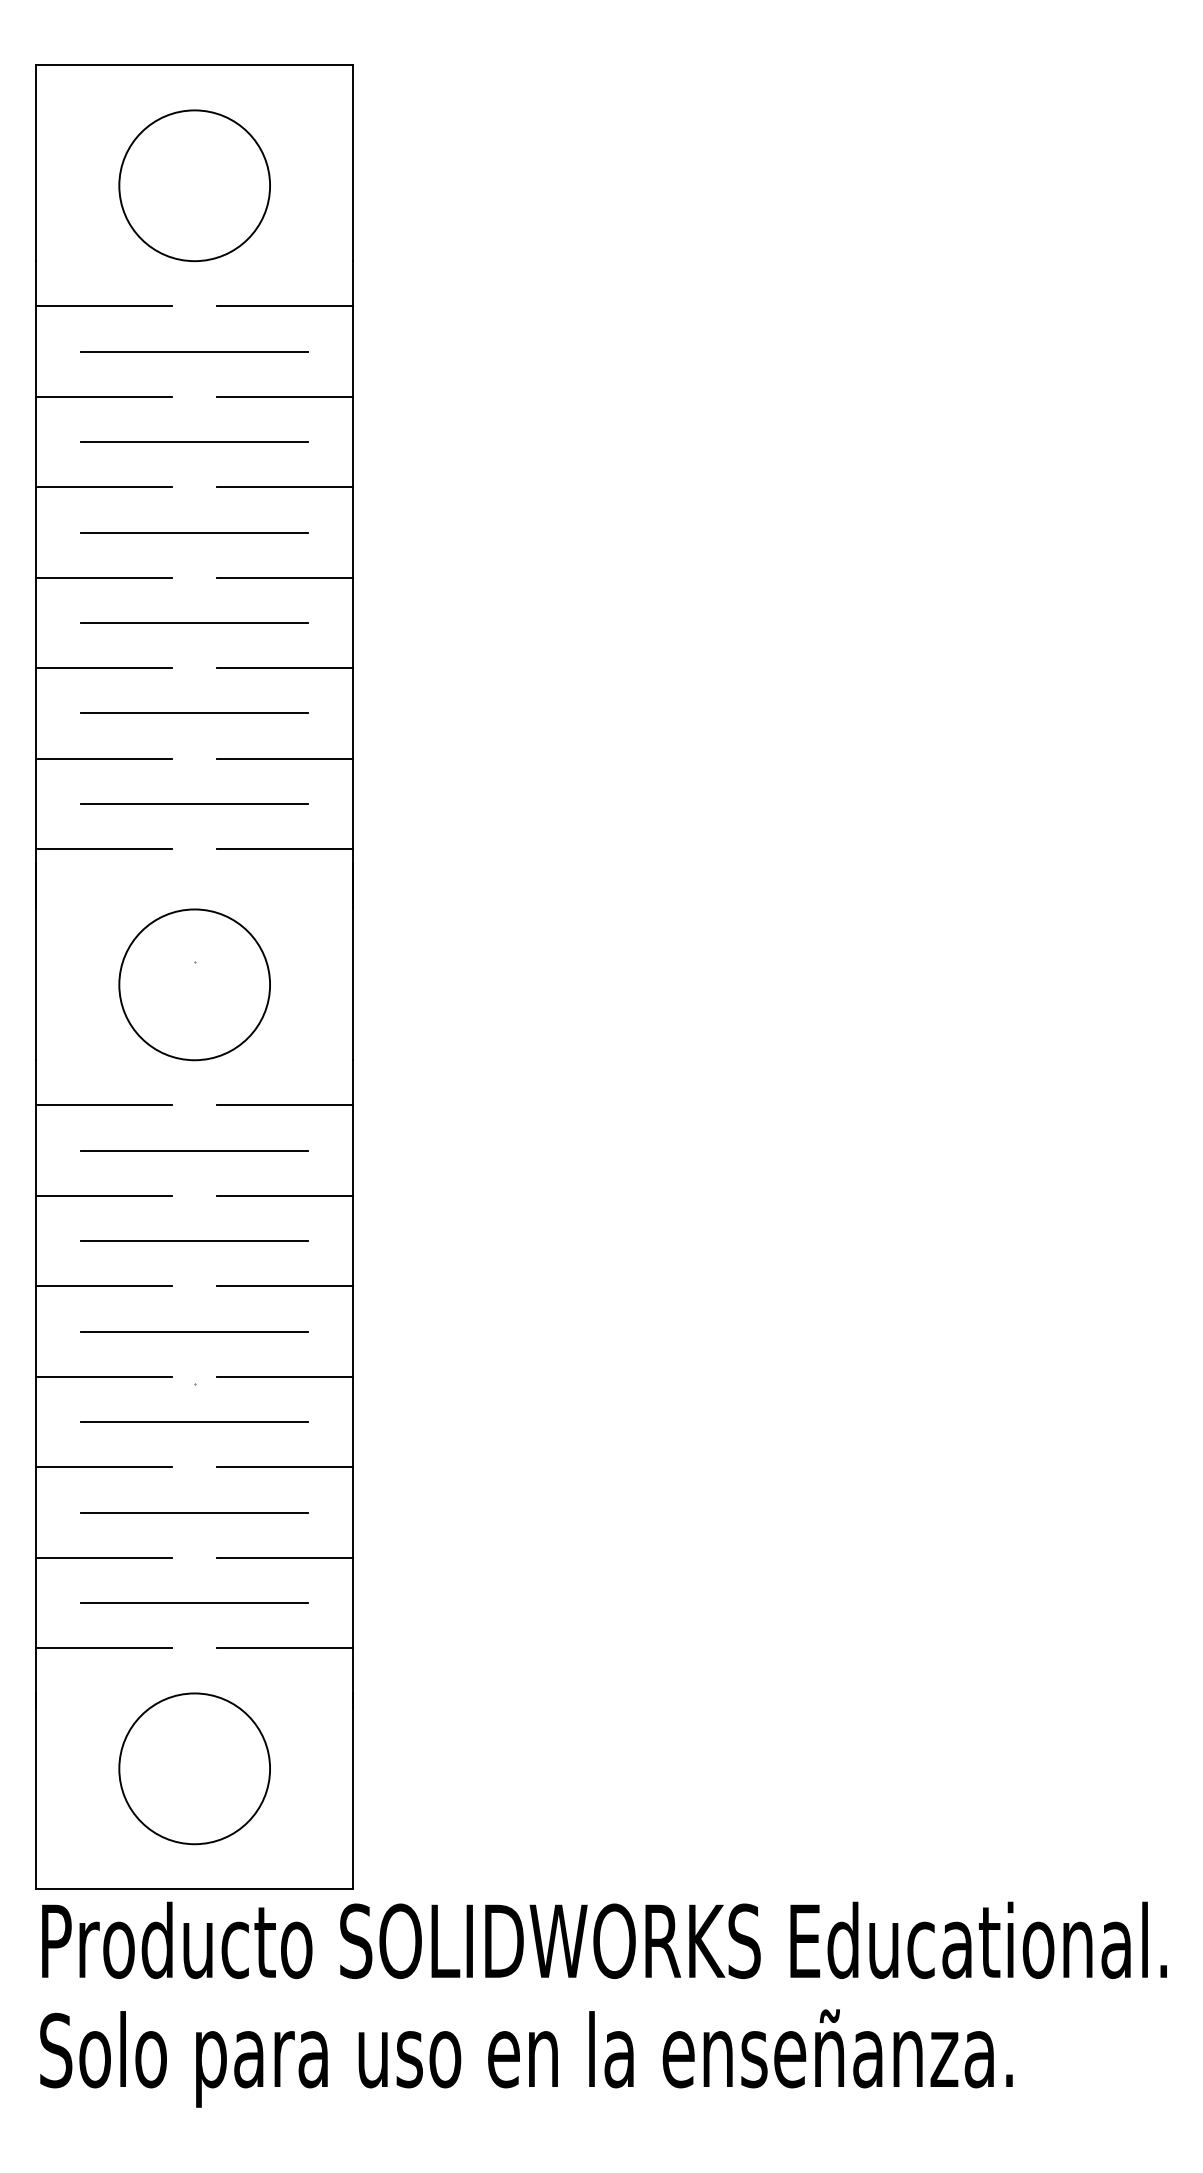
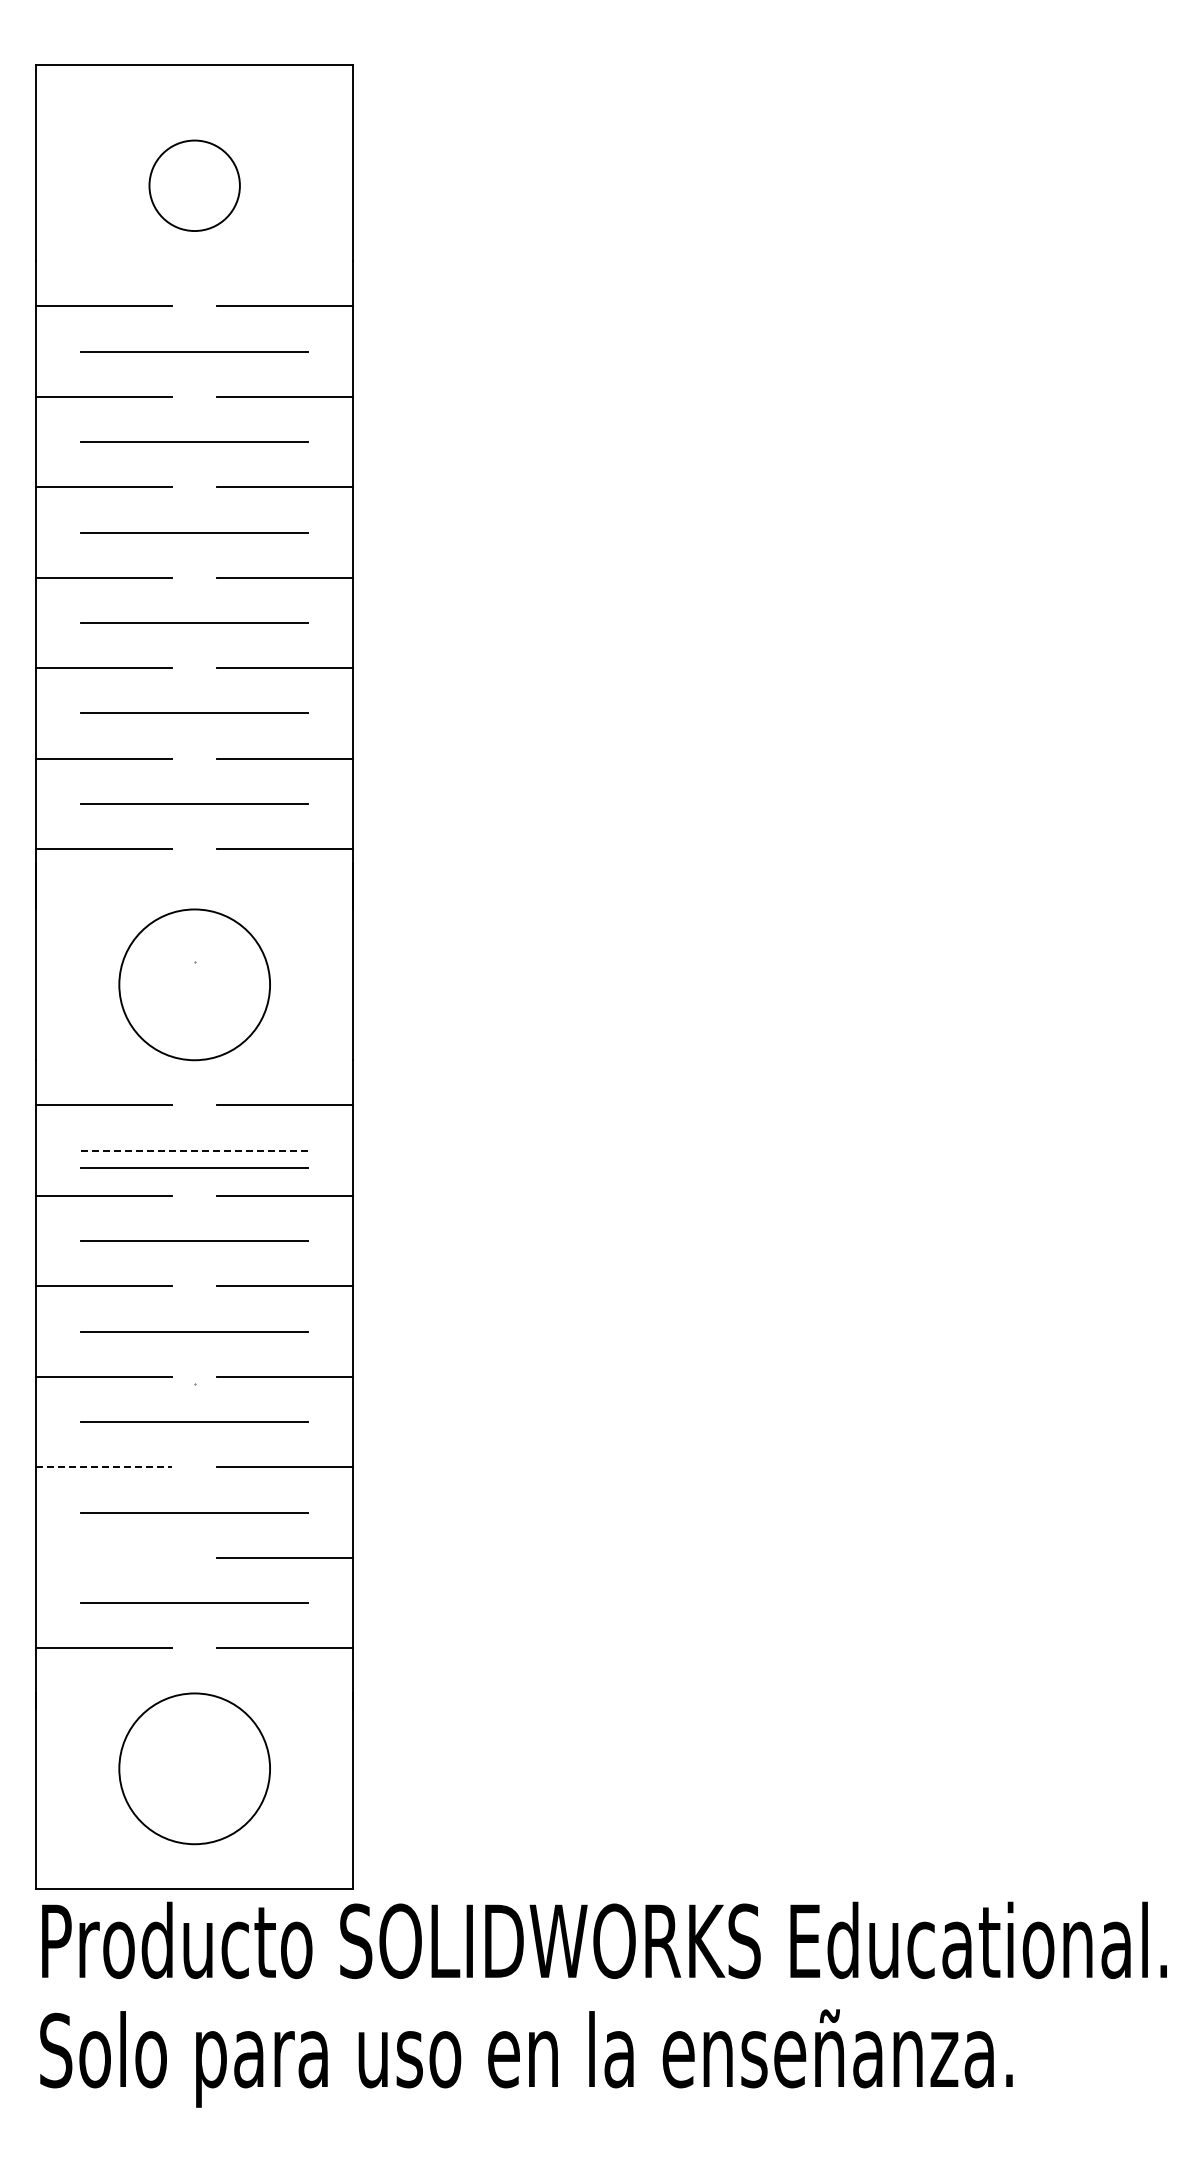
circle at (194, 185) diameter: 151 px -> 90 px
line at (194, 1150): solid -> dashed
line at (194, 1167): none -> present
line at (104, 1467): solid -> dashed
line at (103, 1557): present -> none
